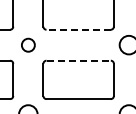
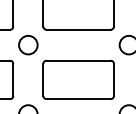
line at (78, 29): dashed -> solid
circle at (28, 44) size: 15x16 px -> 21x21 px
line at (79, 60): dashed -> solid
